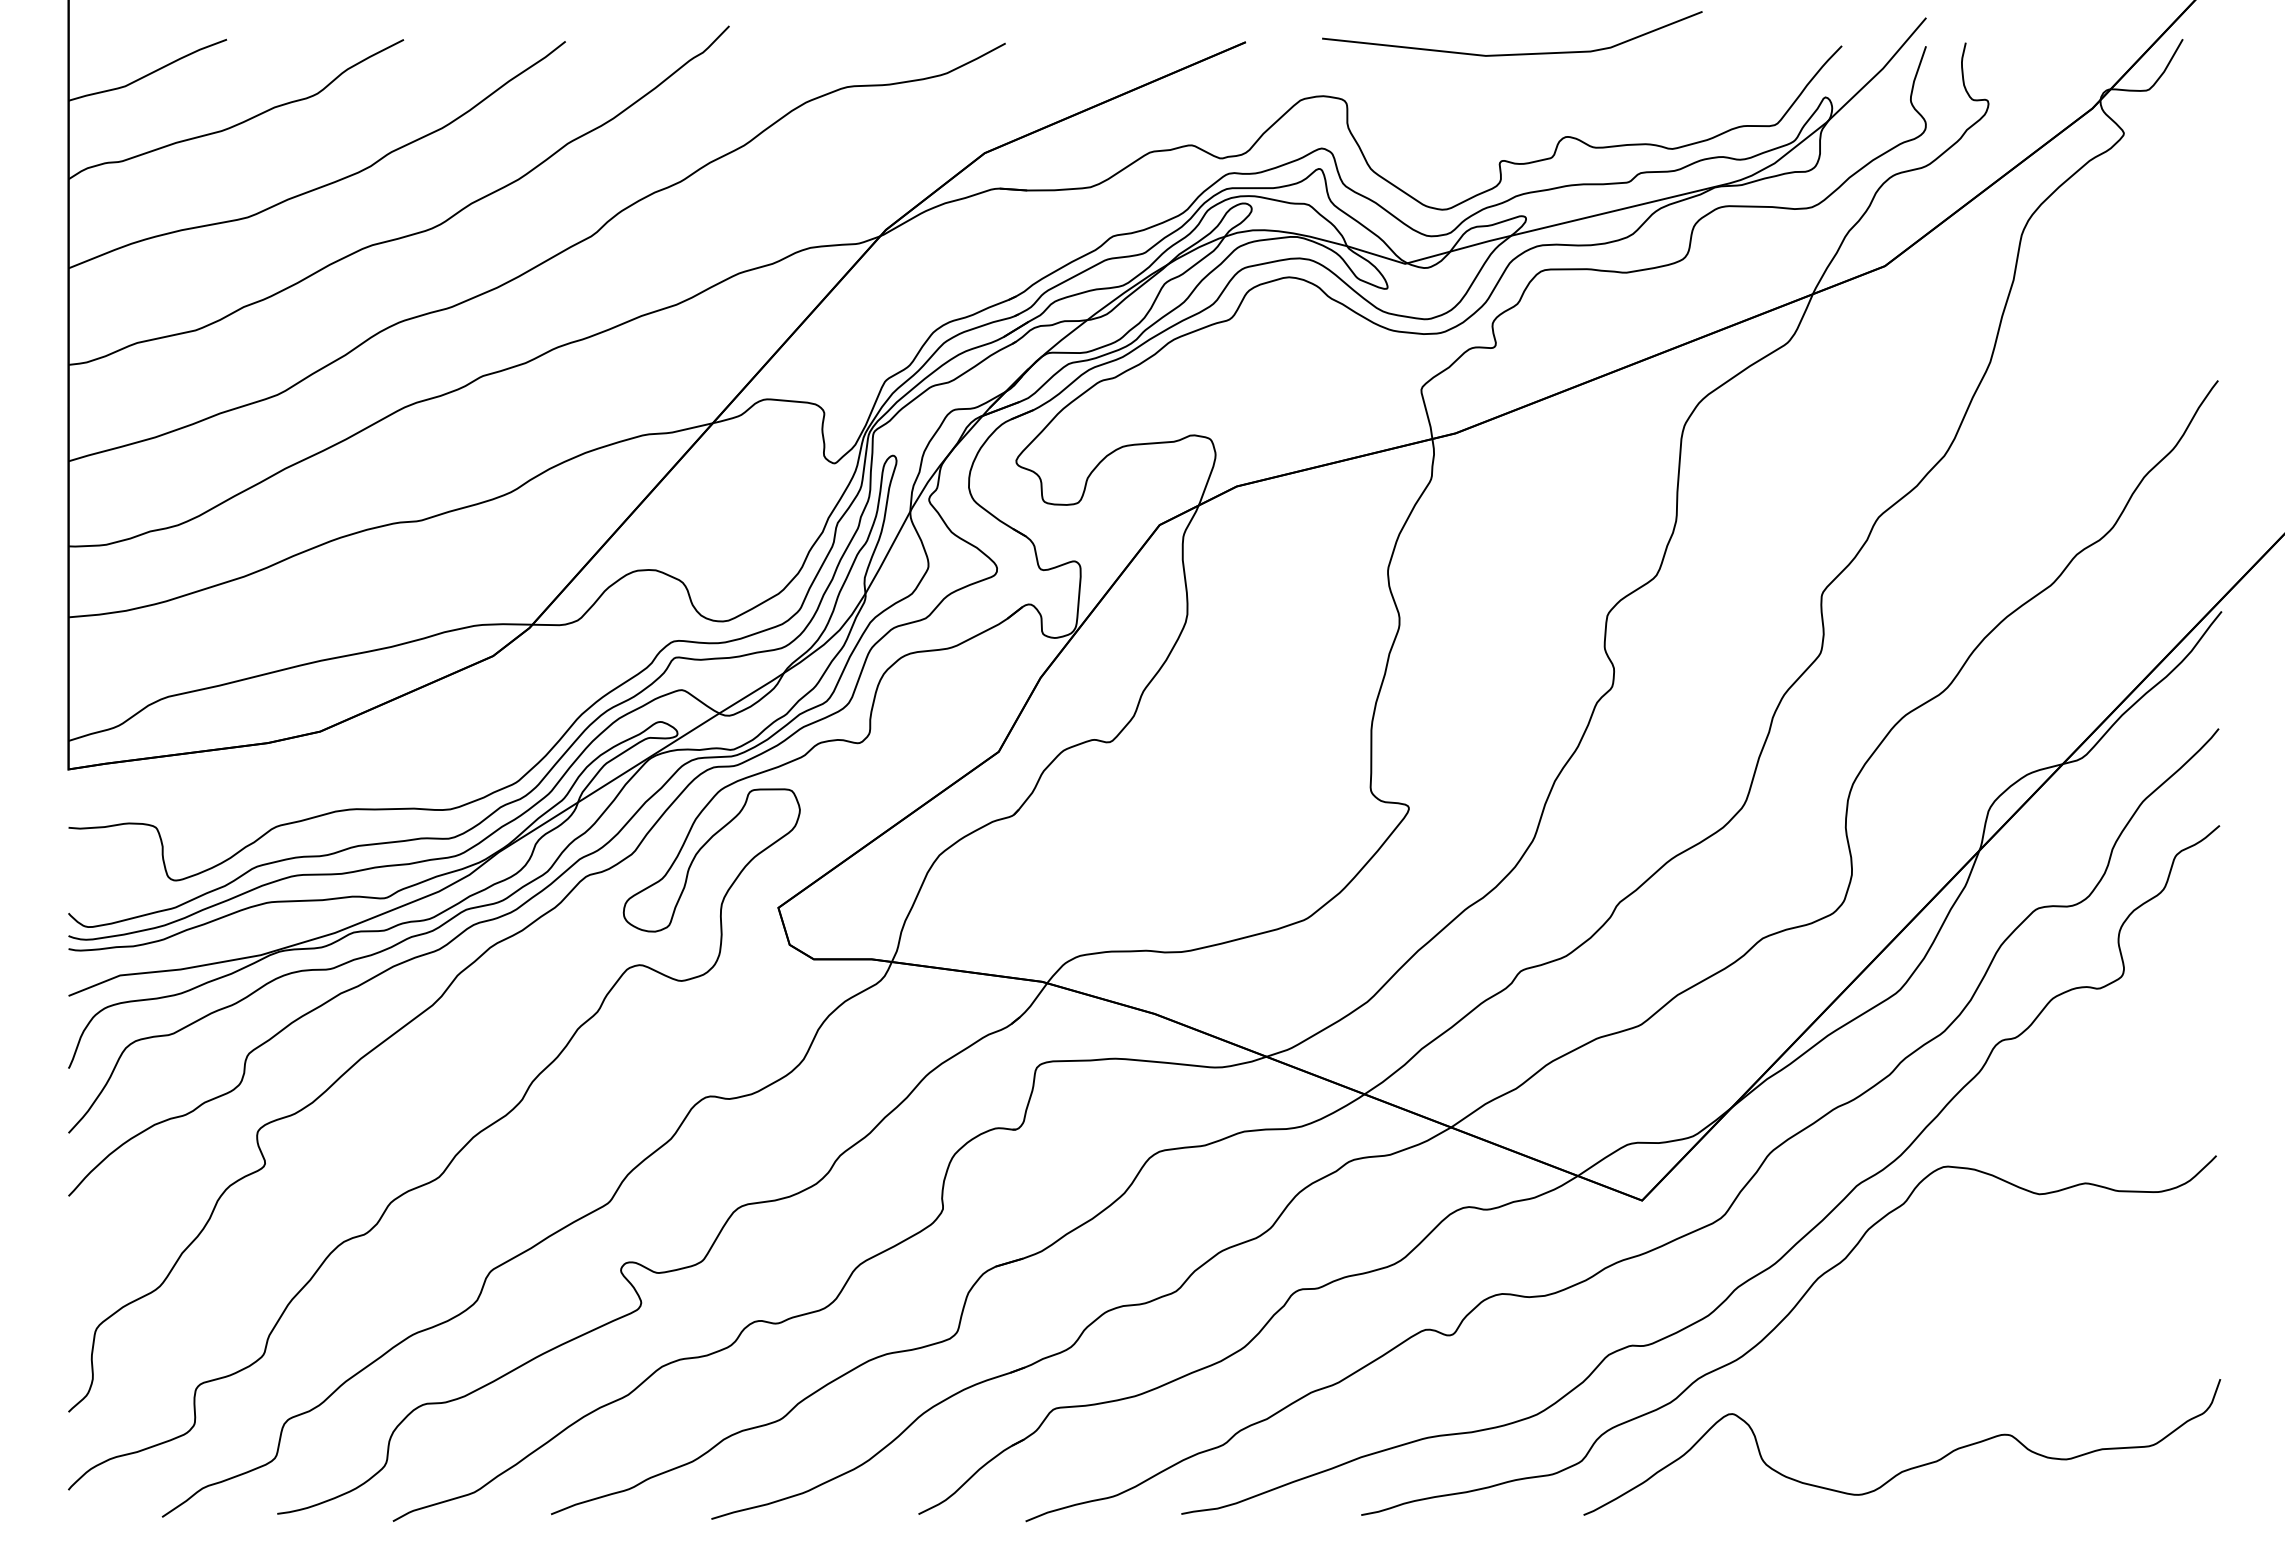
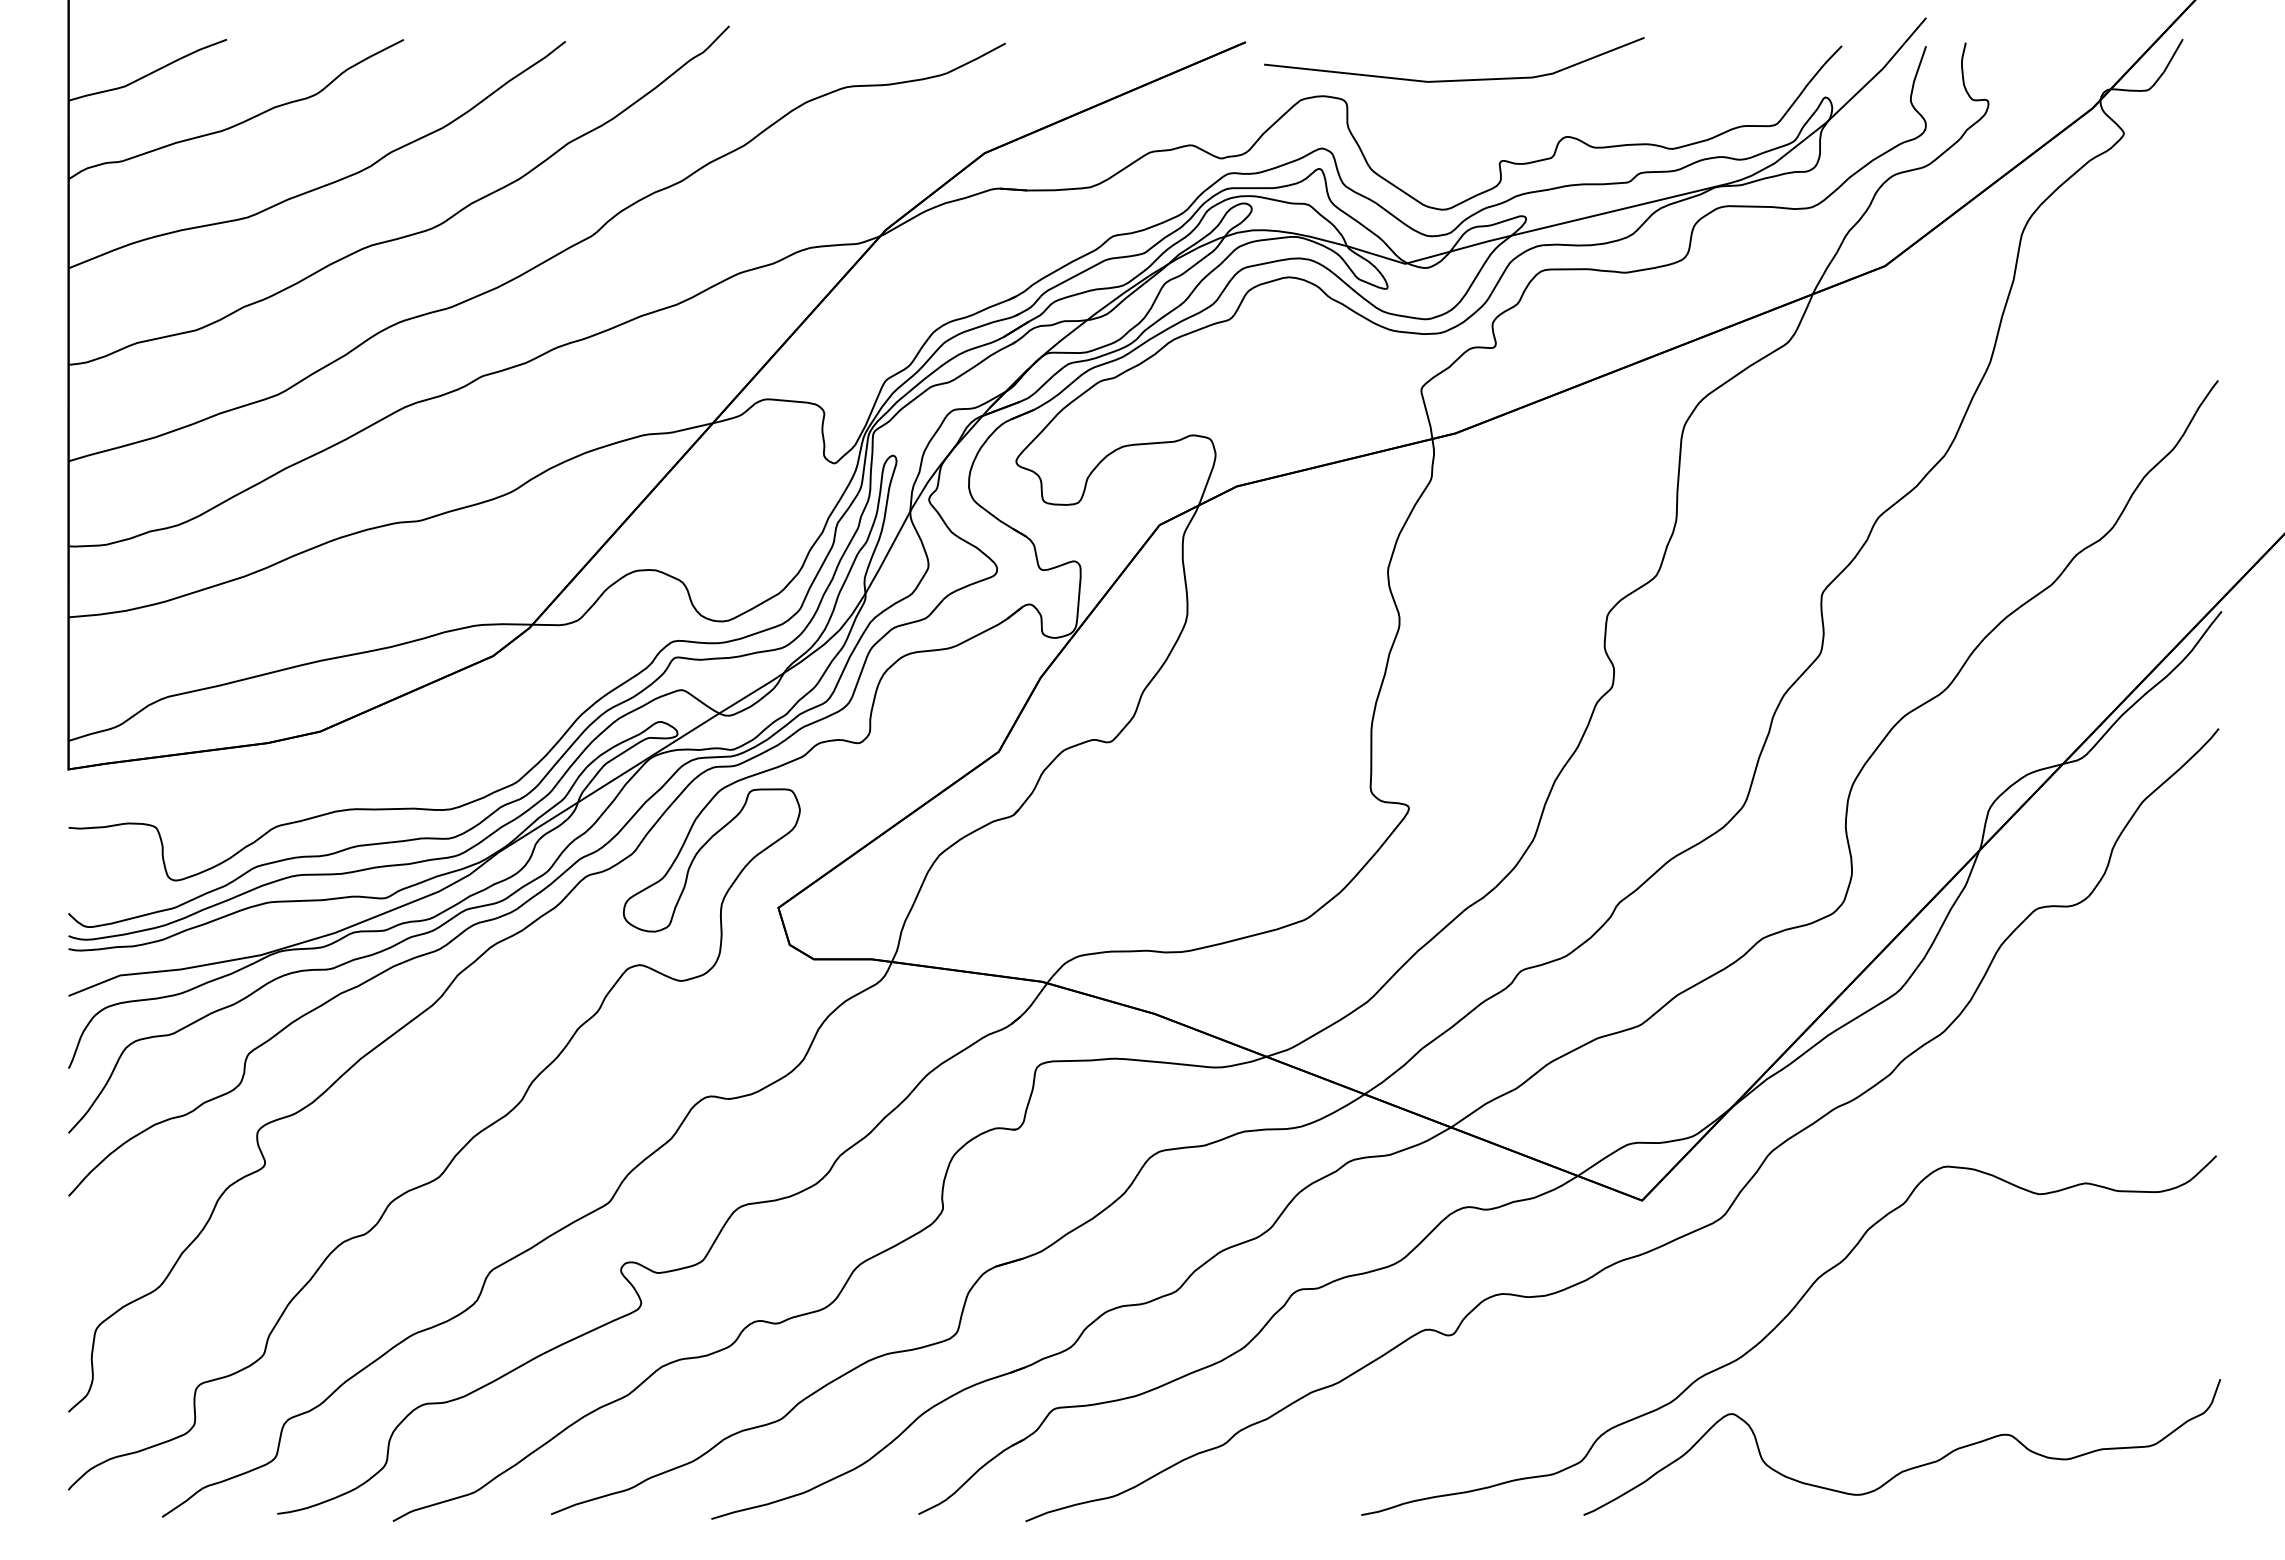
line at (1512, 53) position: (1512, 53) -> (1454, 79)
curve at (1762, 1270): present -> none
